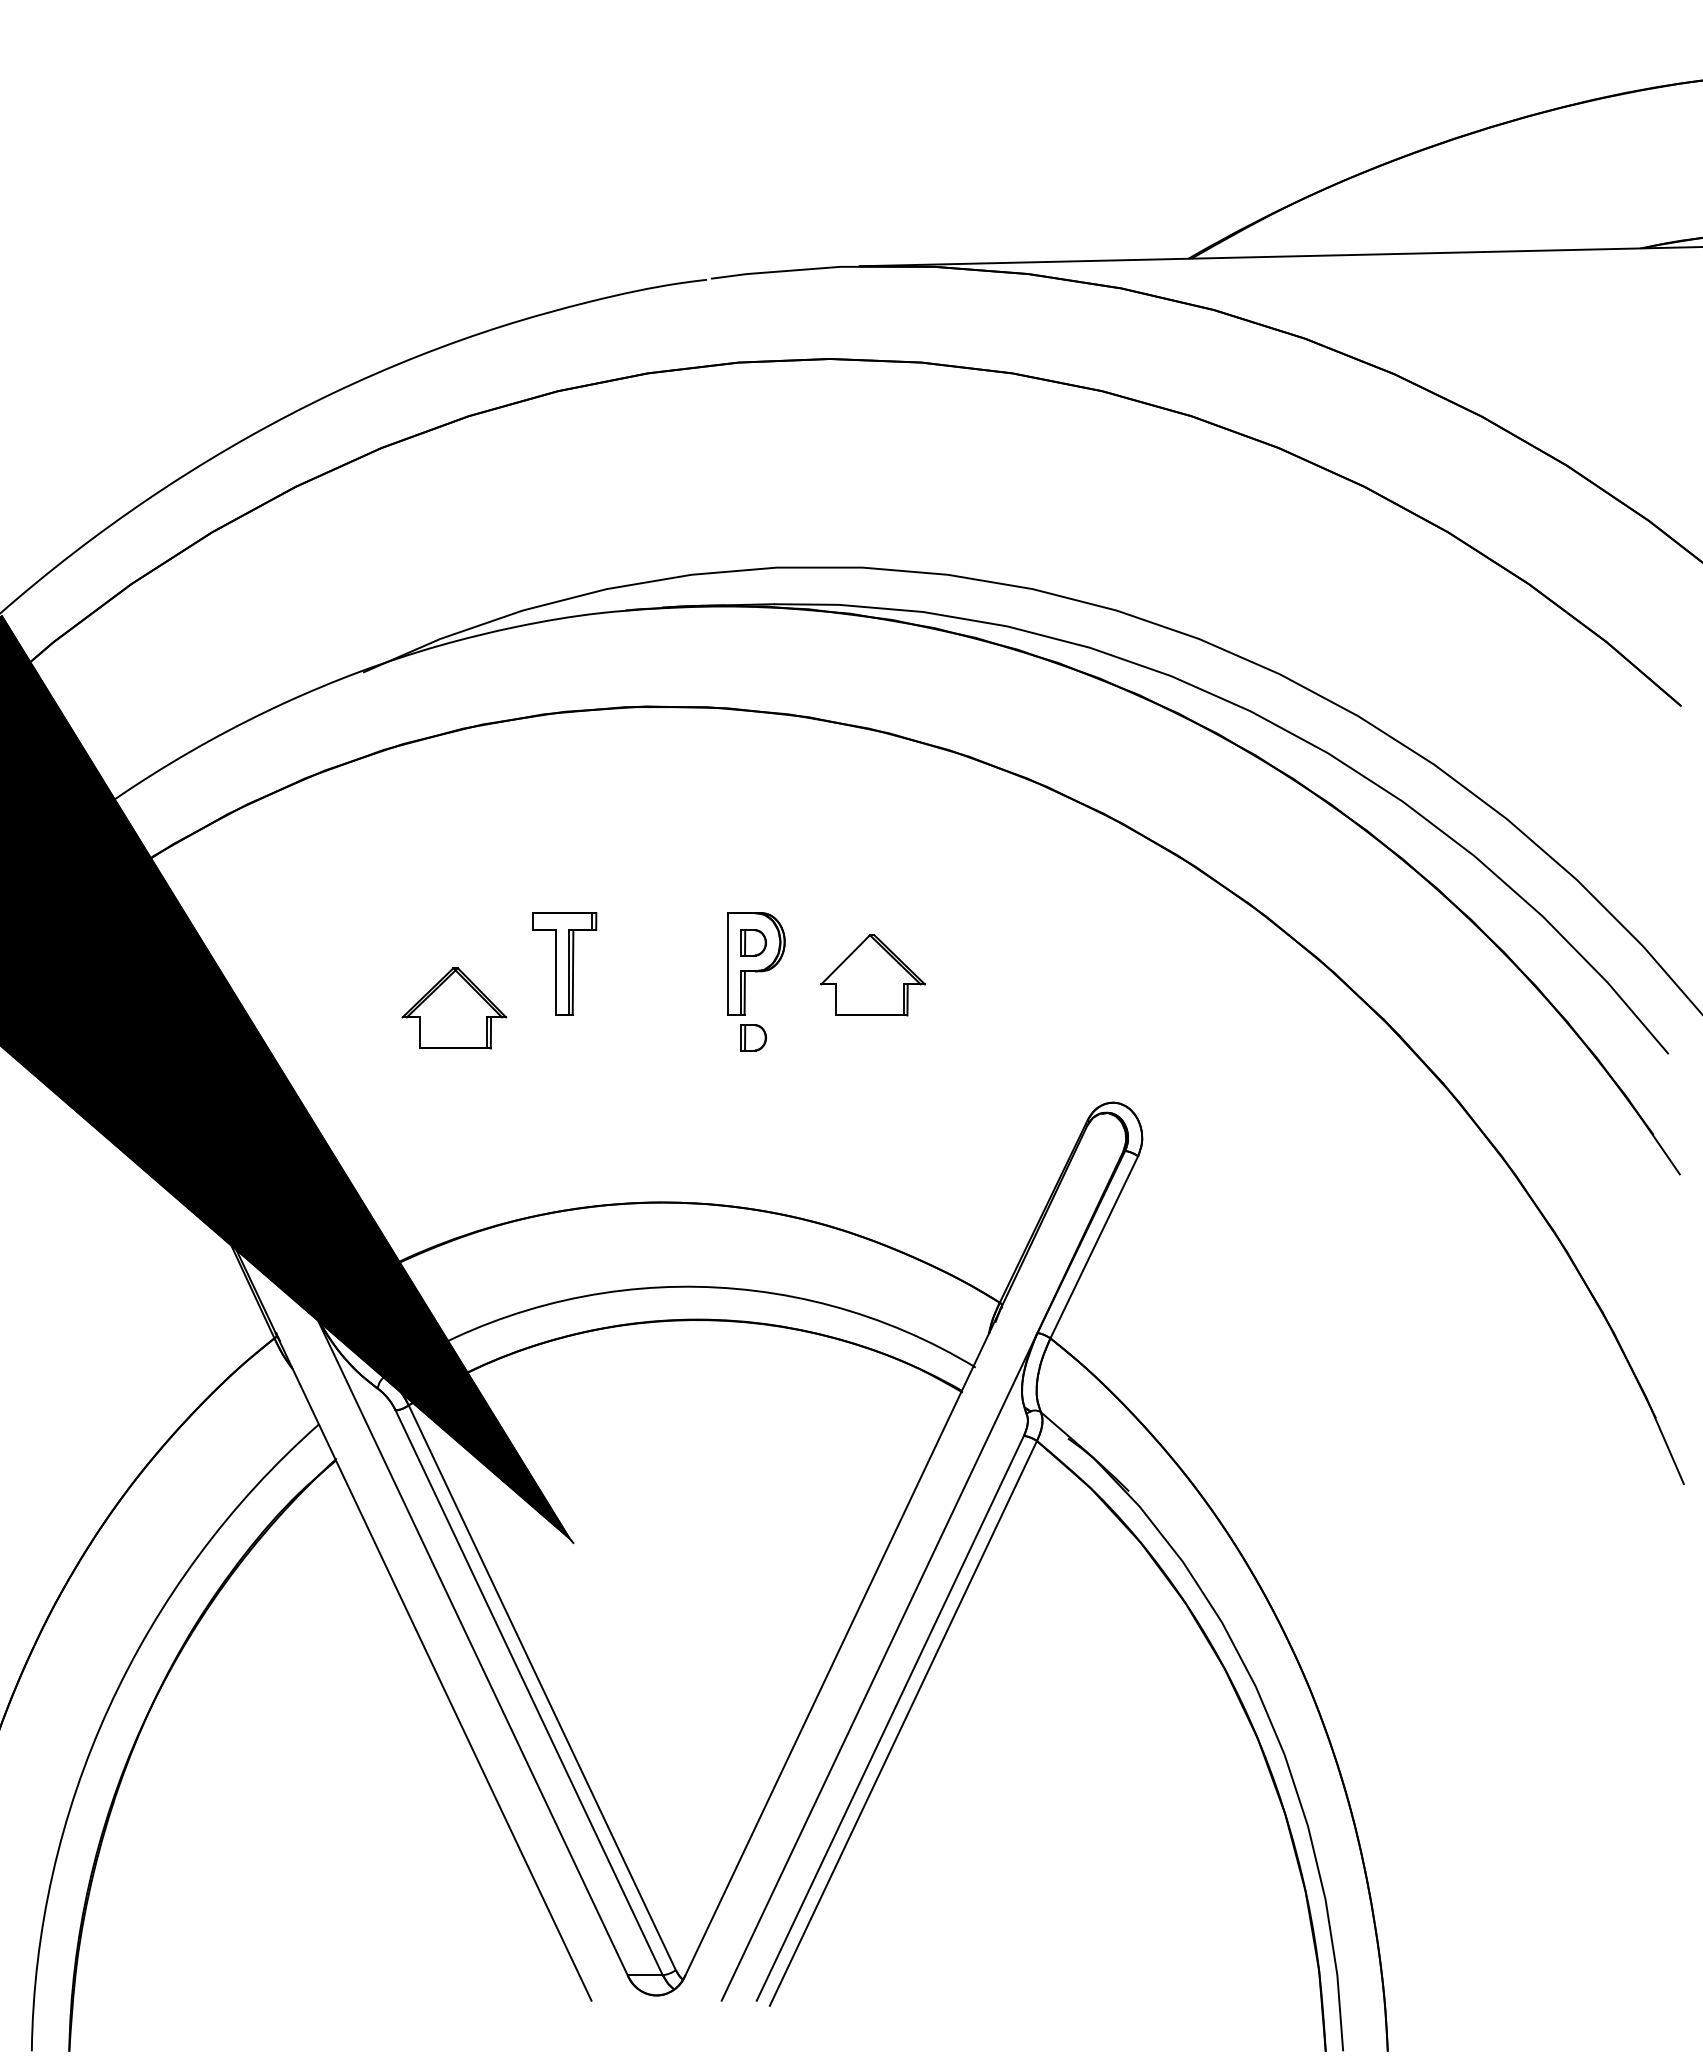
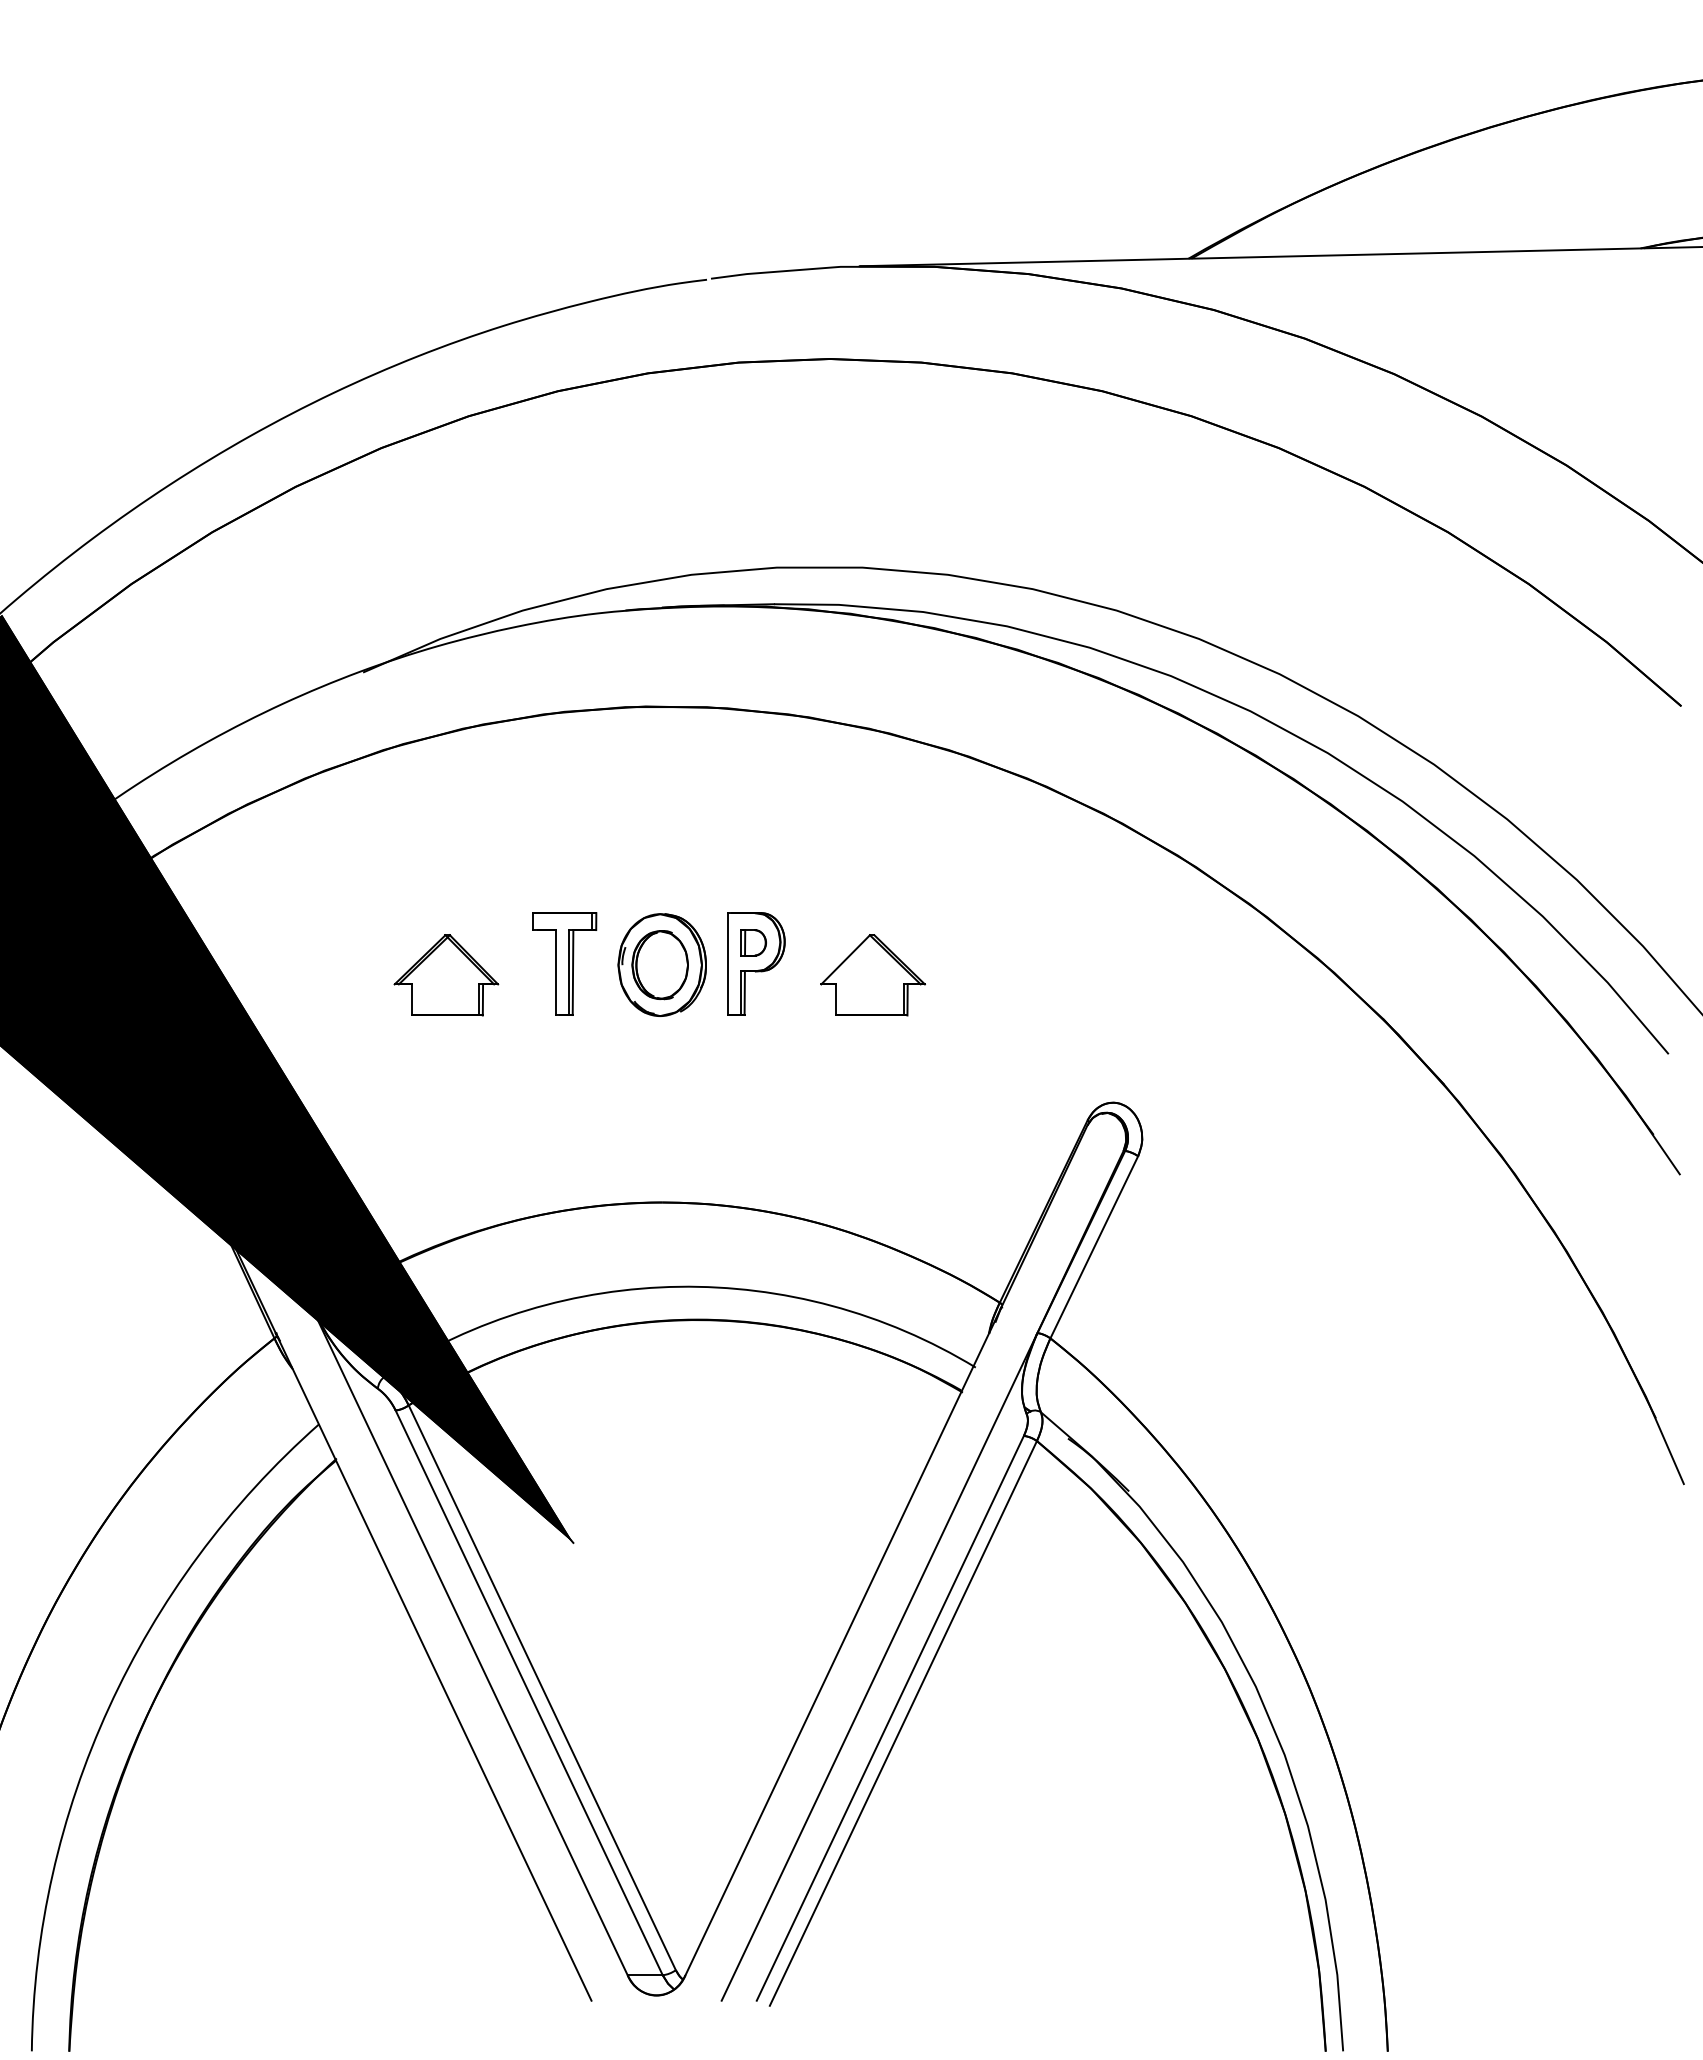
part at (661, 964): none -> present
part at (454, 1008) position: (454, 1008) -> (446, 975)
part at (753, 1037): present -> none
